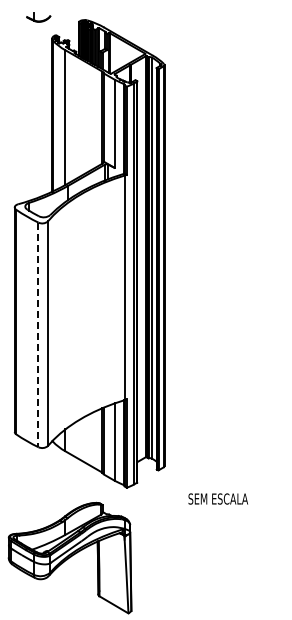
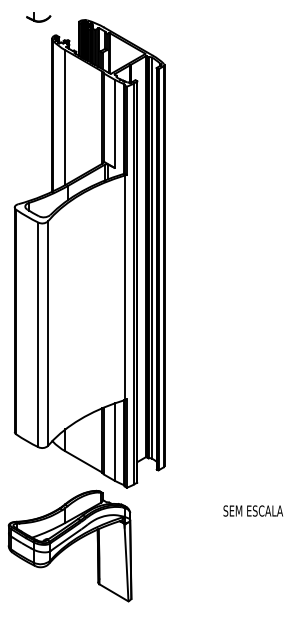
line at (38, 335): dashed -> solid
text at (217, 498) position: (217, 498) -> (252, 510)
part at (69, 557) position: (69, 557) -> (69, 545)
